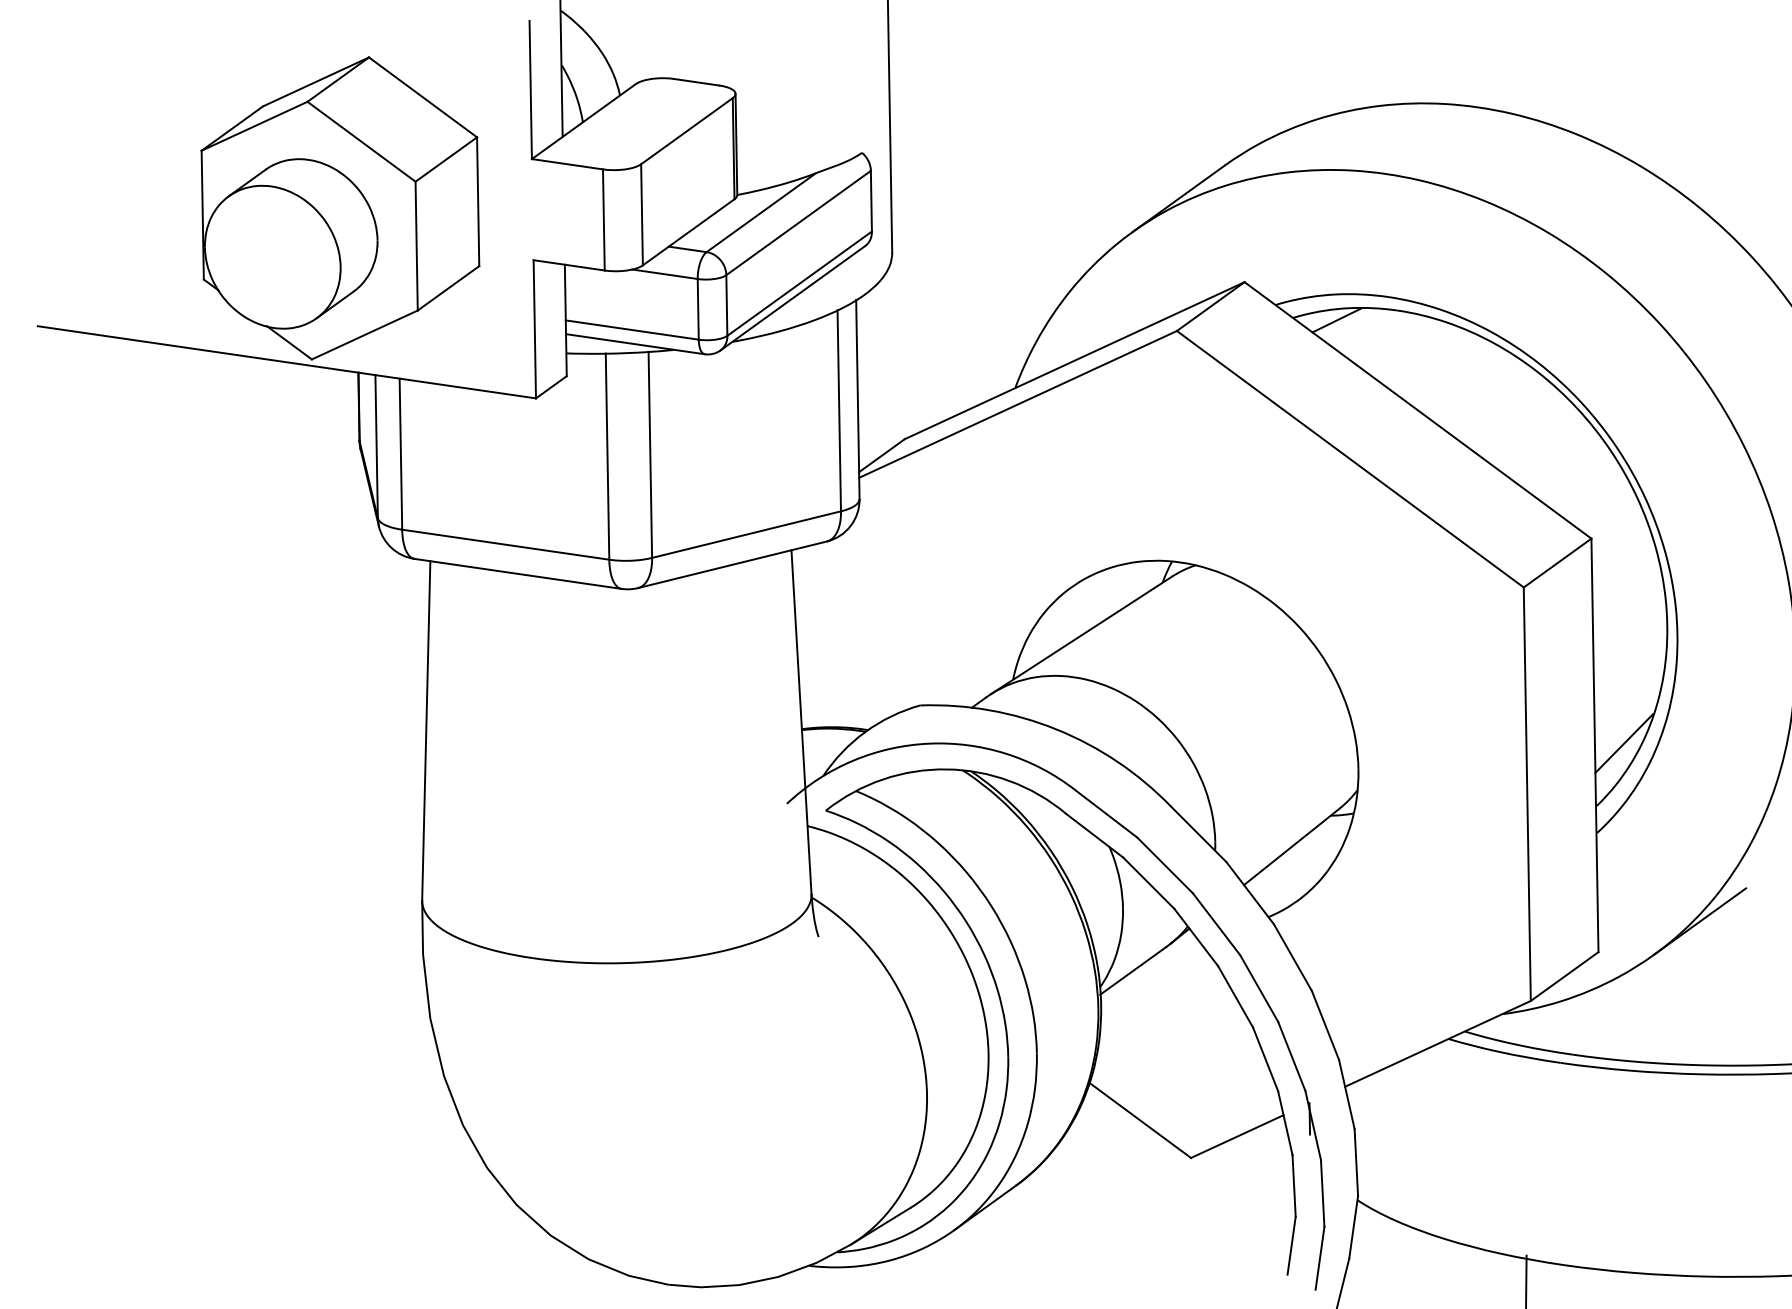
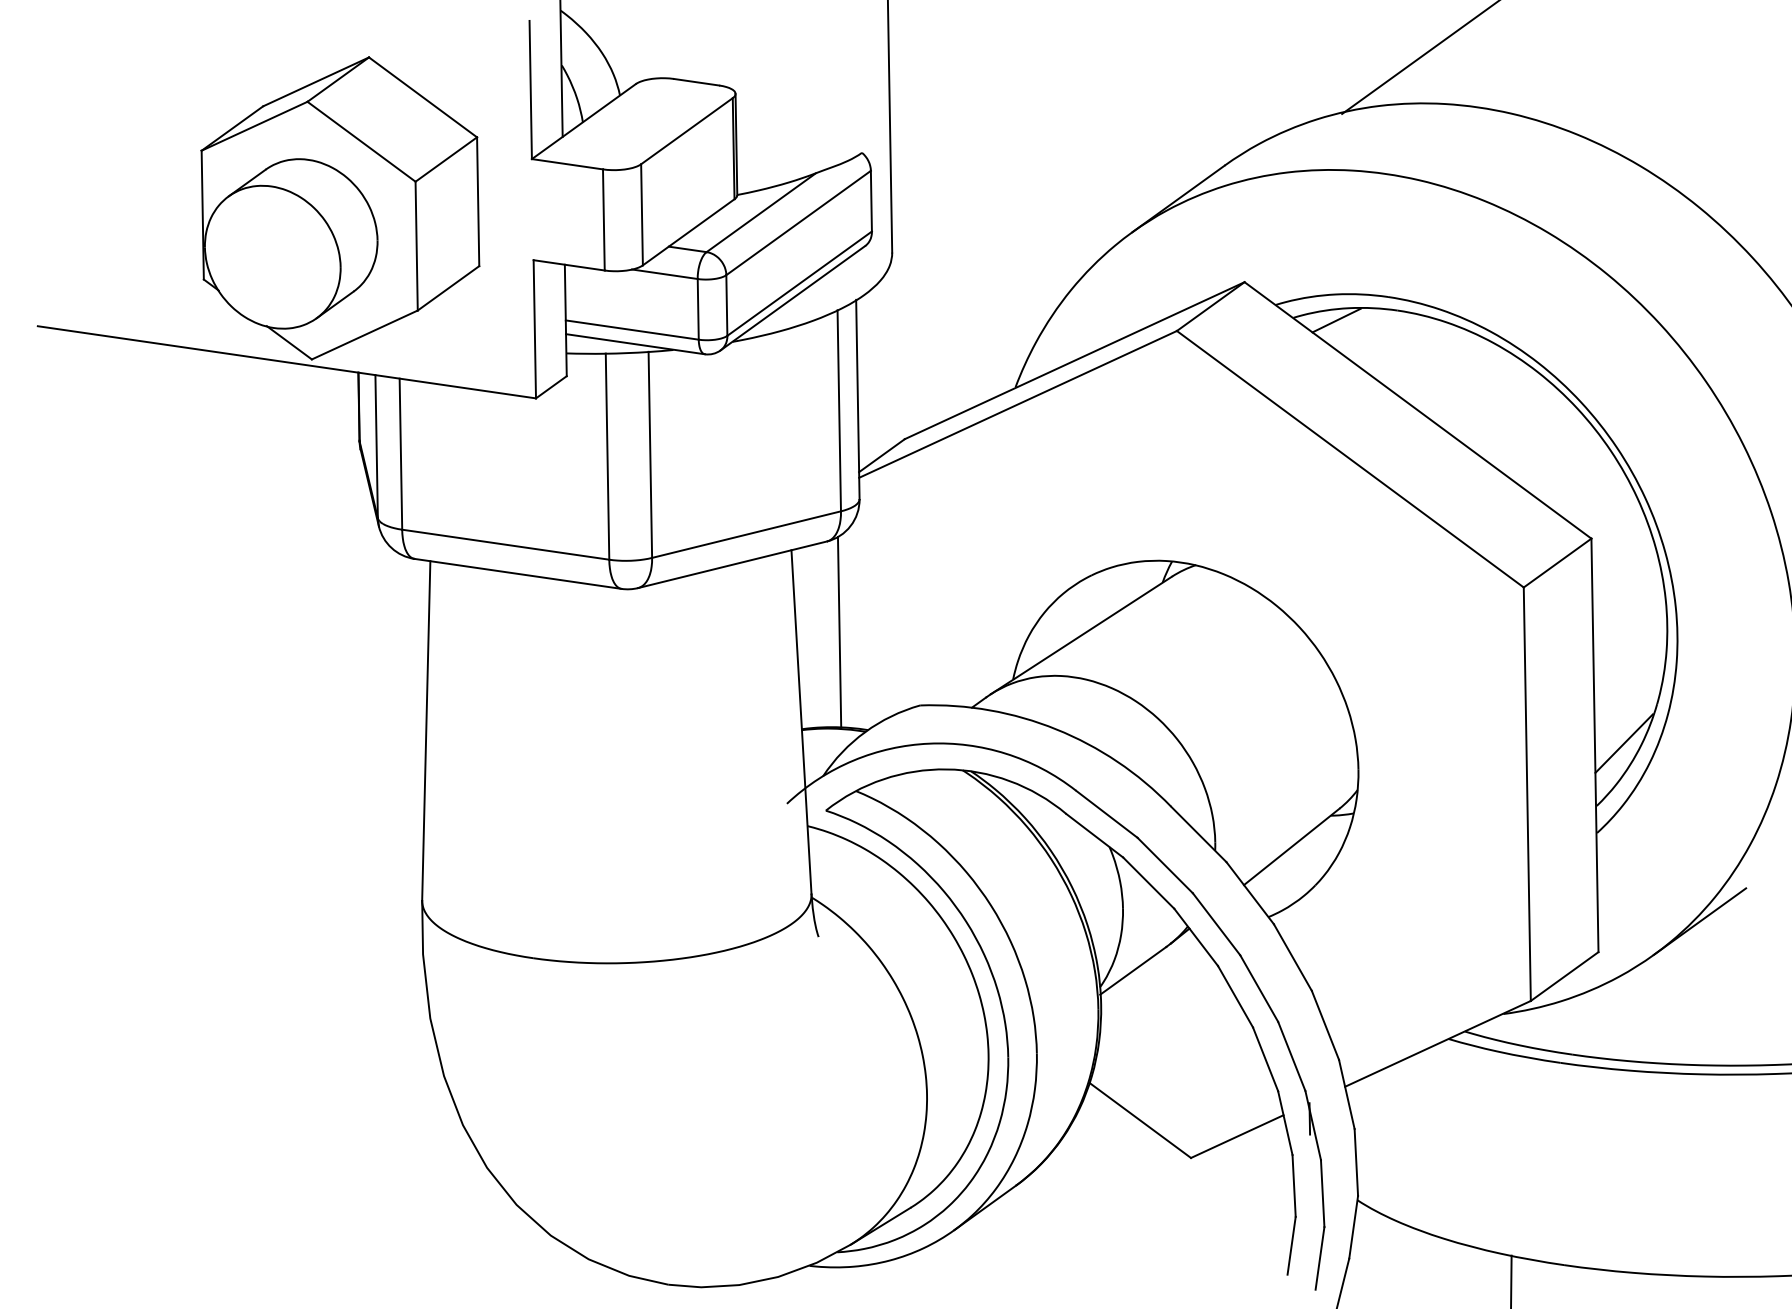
line at (1419, 58): none -> present
line at (839, 632): none -> present
line at (1526, 1280) position: (1526, 1280) -> (1511, 1280)
